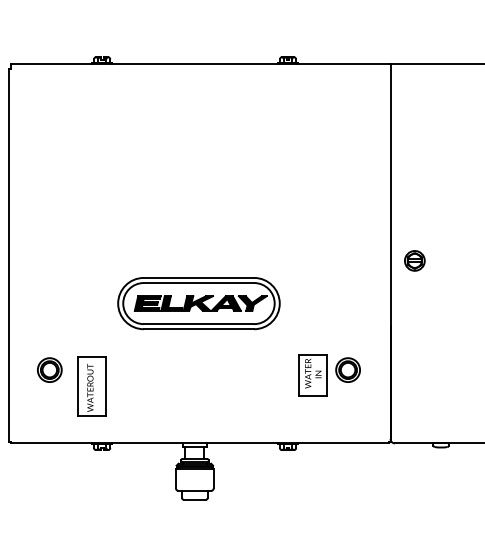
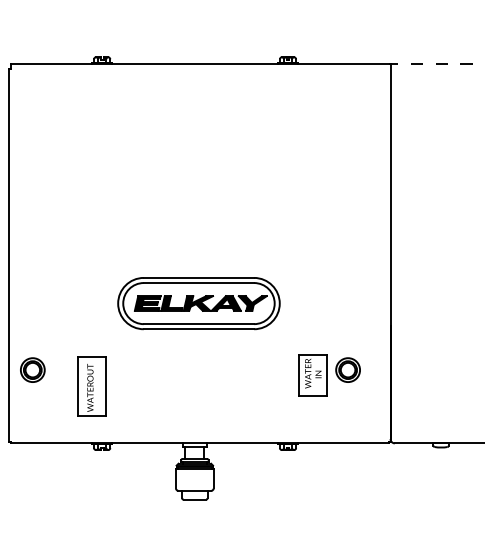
line at (436, 64): solid -> dashed
part at (414, 260): present -> none
part at (49, 369) position: (49, 369) -> (32, 369)
